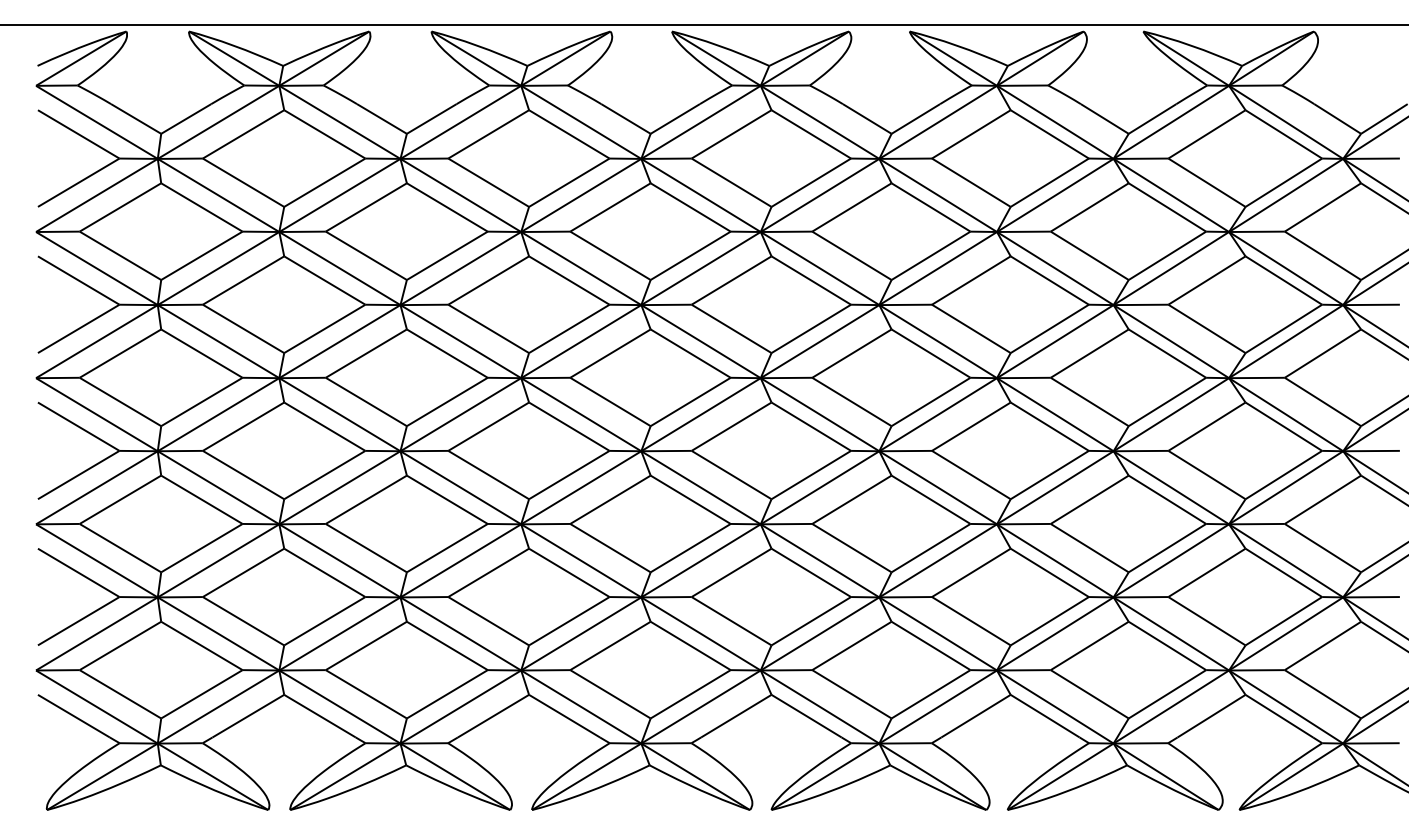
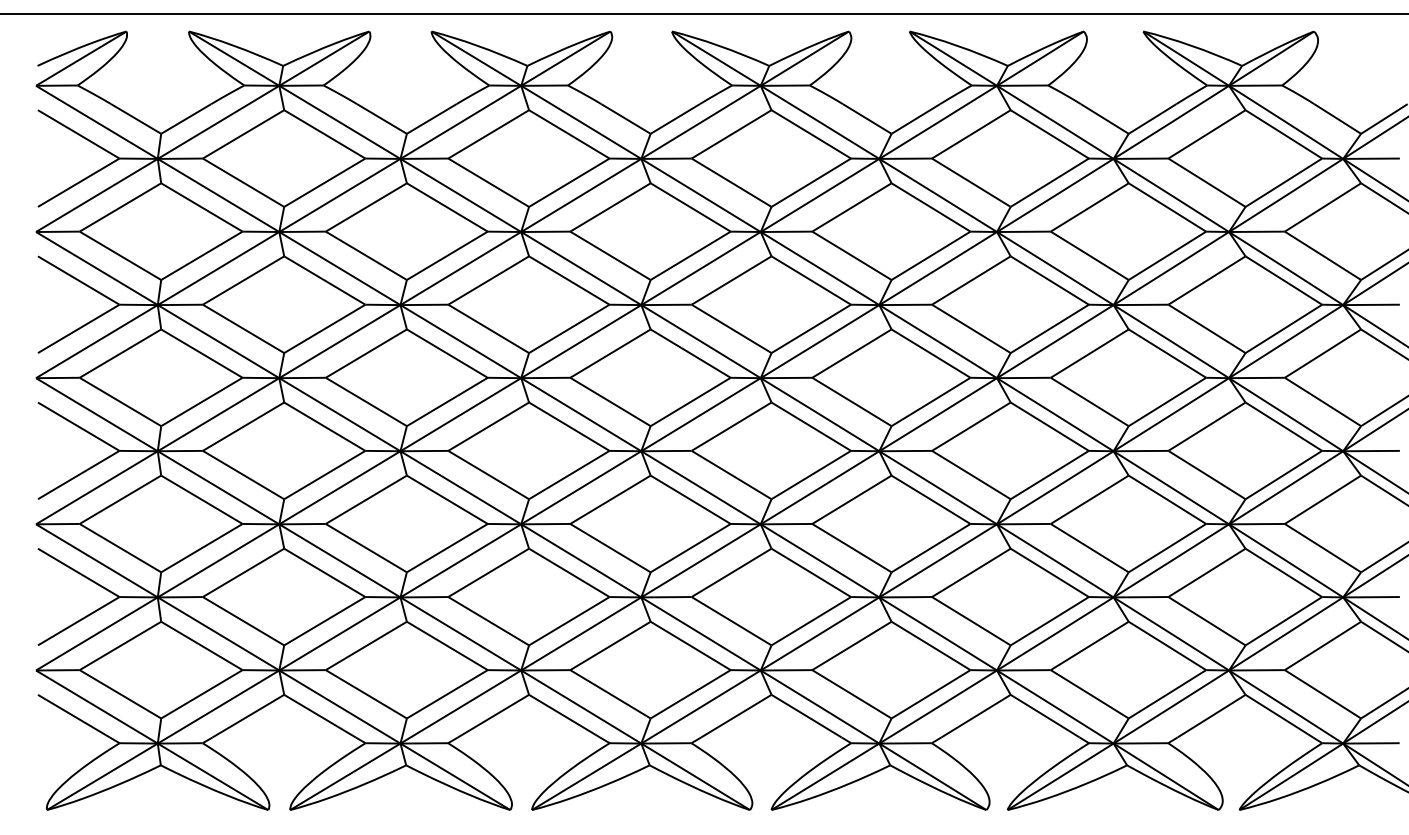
line at (703, 24) position: (703, 24) -> (703, 13)
